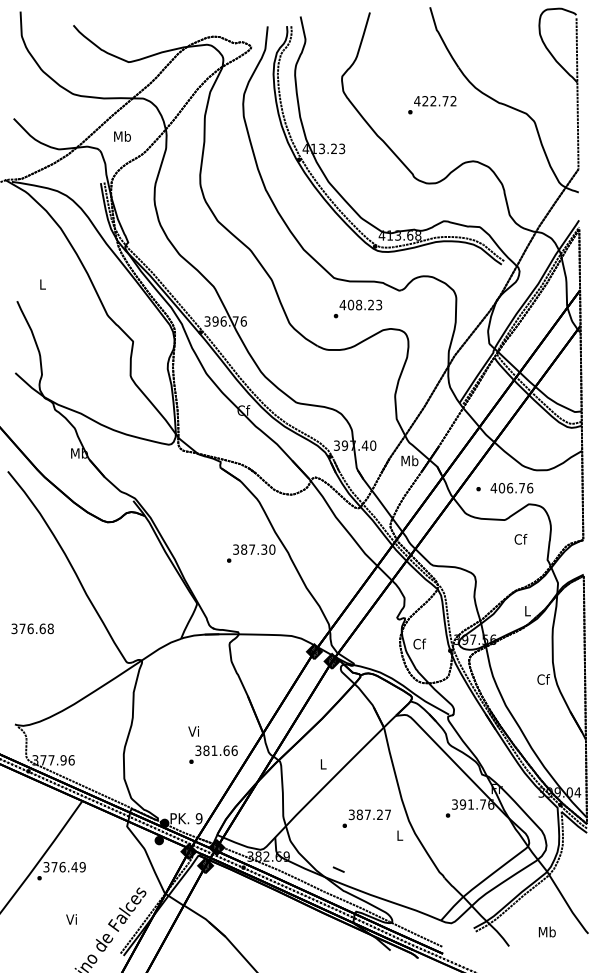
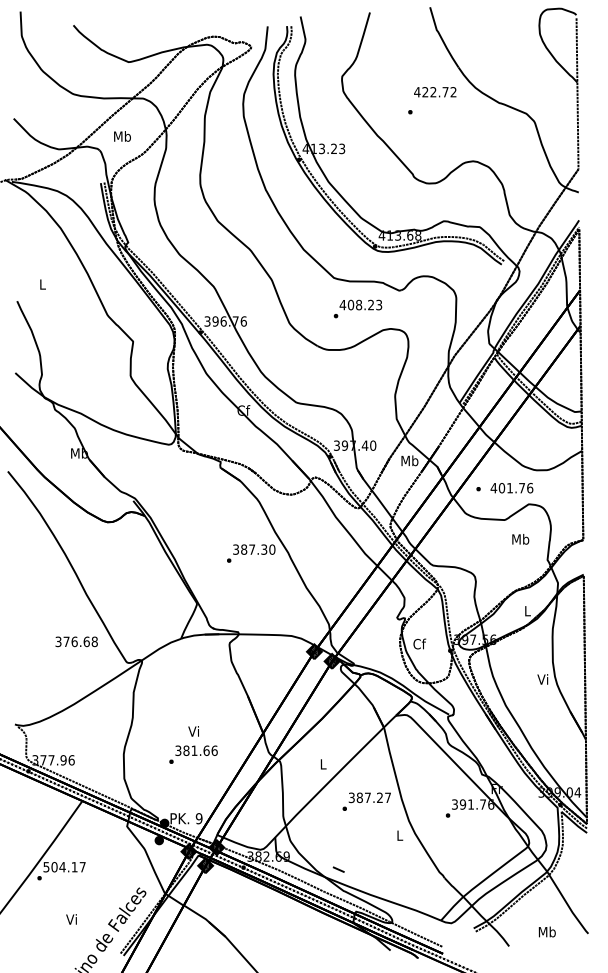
text at (435, 101) position: (435, 101) -> (435, 92)
text at (510, 487): 406.76 -> 401.76
text at (520, 539): Cf -> Mb
text at (32, 628) position: (32, 628) -> (76, 641)
text at (543, 679): Cf -> Vi
text at (213, 754) position: (213, 754) -> (193, 754)
text at (366, 818) position: (366, 818) -> (366, 801)
text at (64, 867): 376.49 -> 504.17
